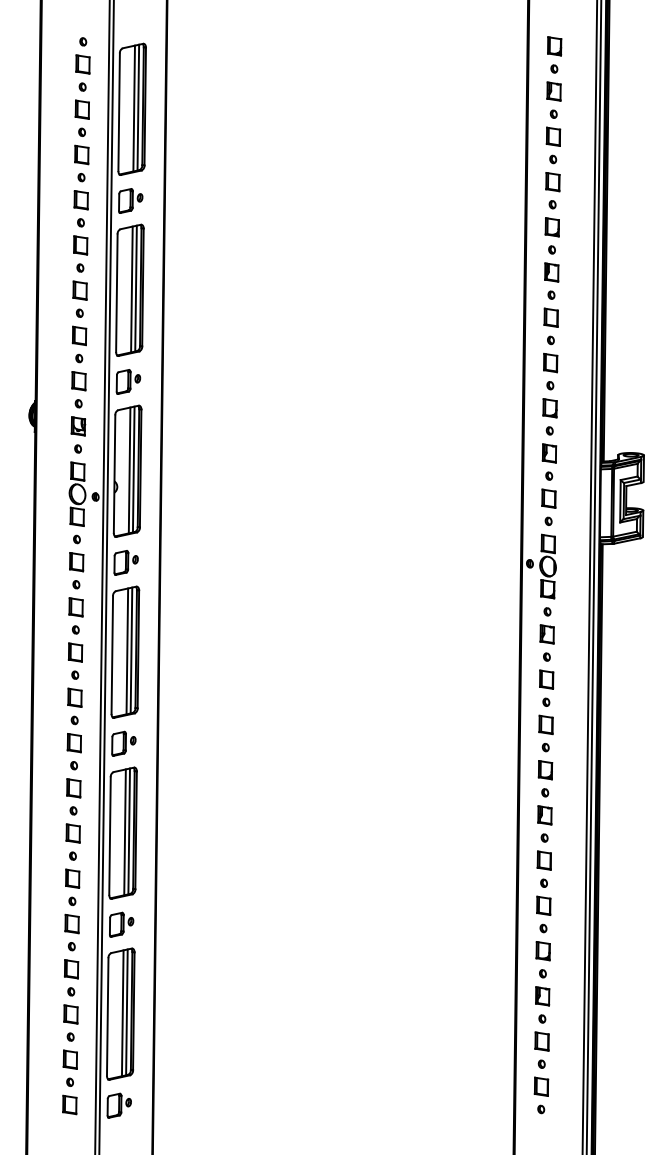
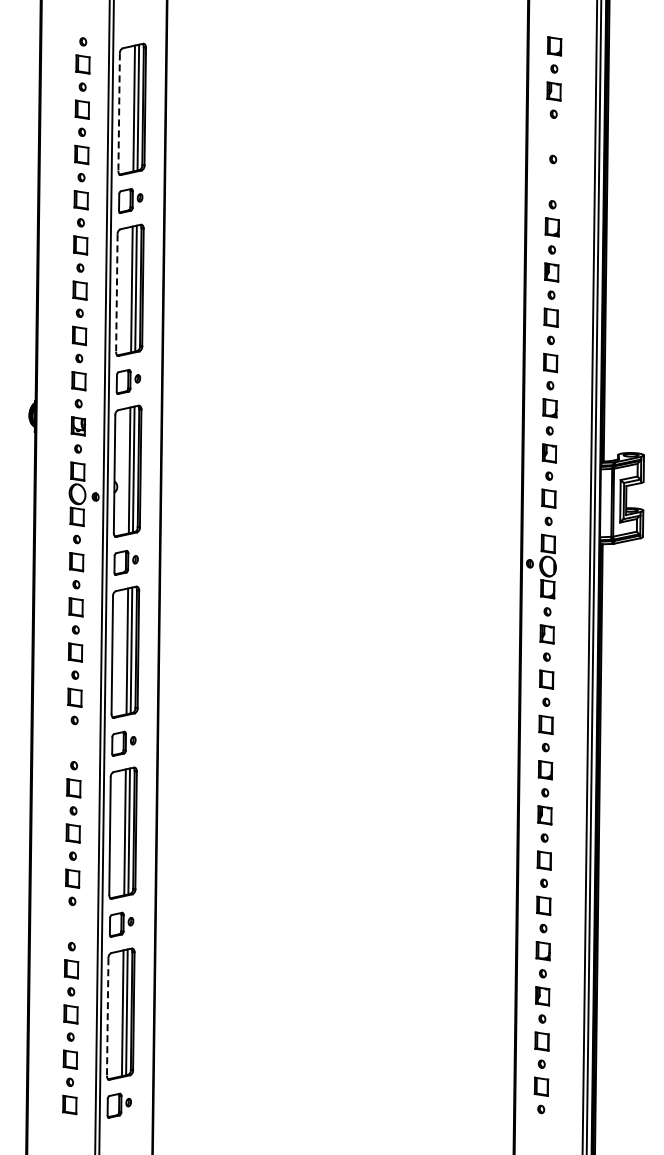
line at (119, 112): solid -> dashed
part at (553, 136): present -> none
part at (552, 182): present -> none
line at (116, 293): solid -> dashed
part at (73, 743): present -> none
part at (71, 923): present -> none
line at (107, 1017): solid -> dashed
